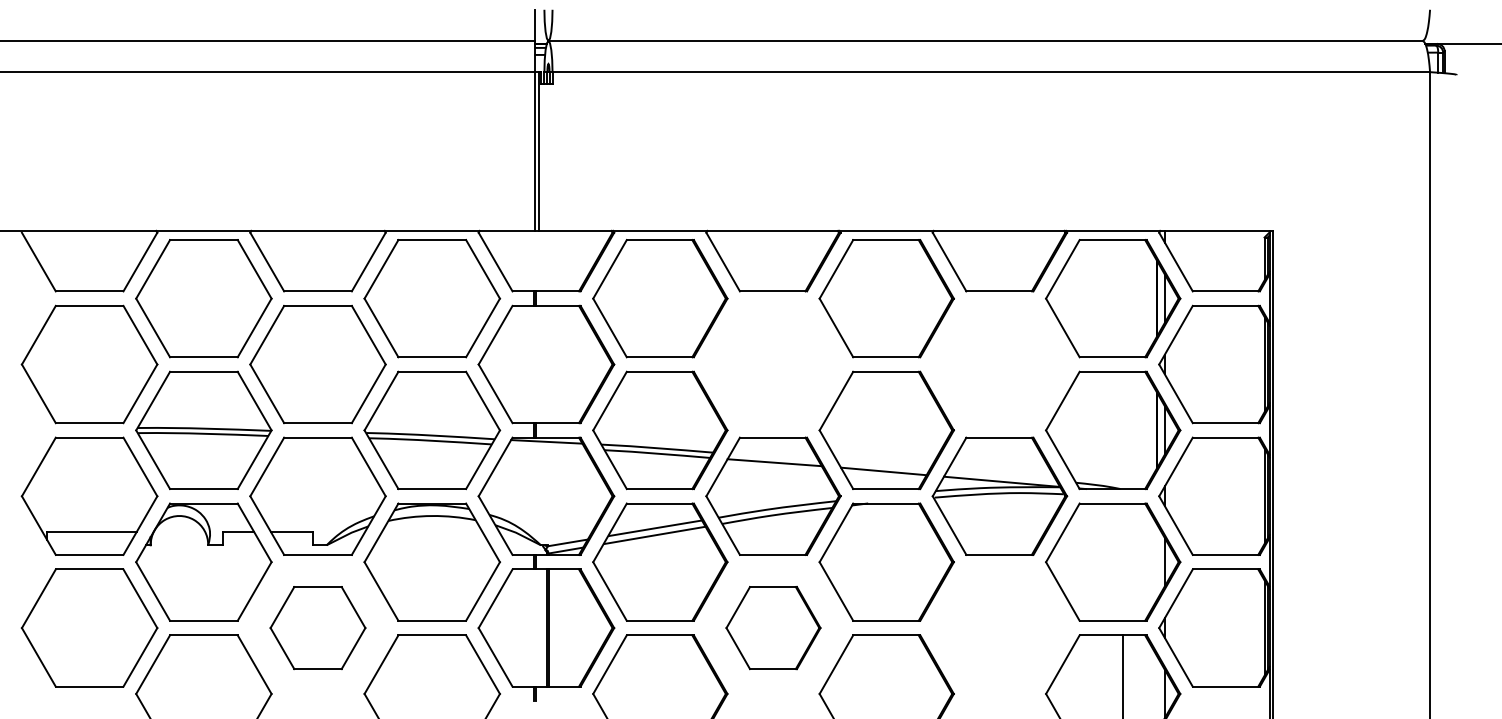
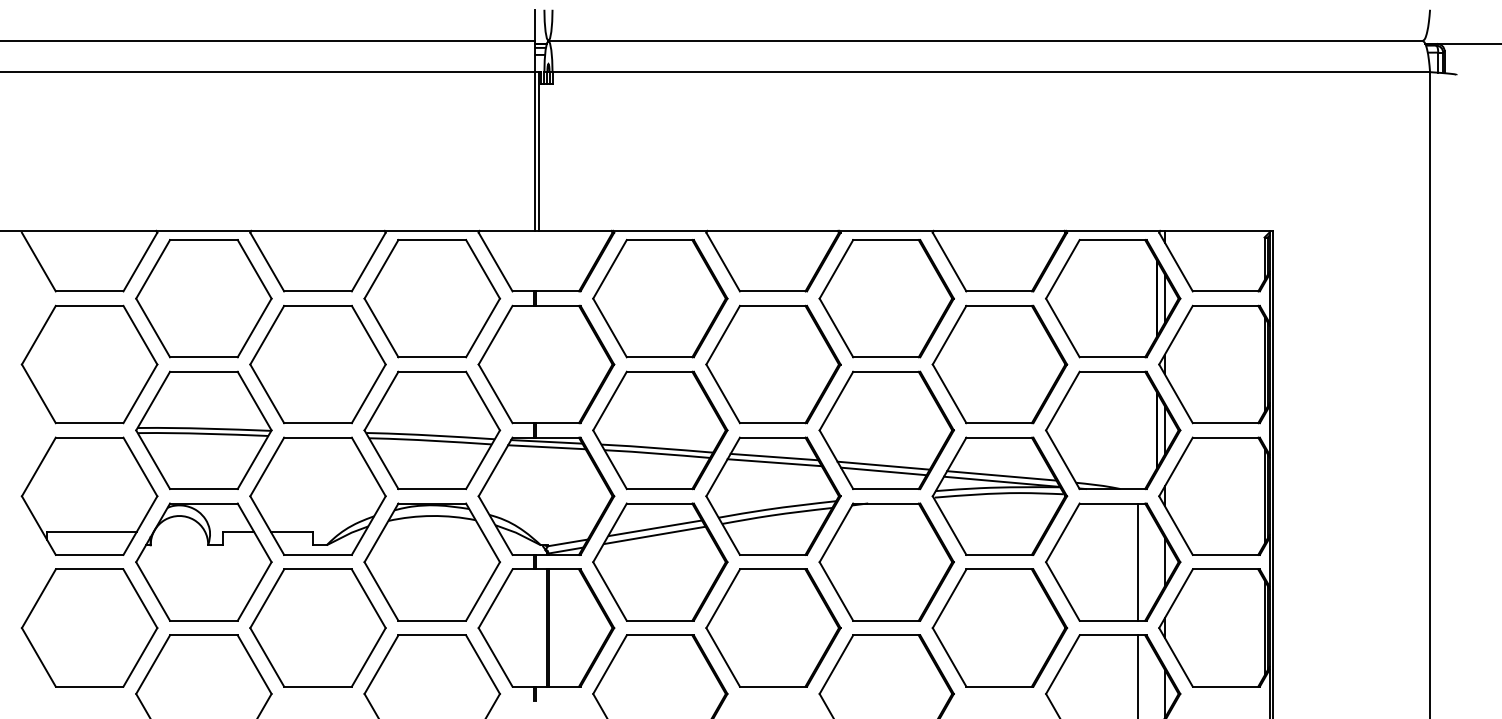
part at (773, 364): none -> present
part at (999, 364): none -> present
line at (546, 447): none -> present
line at (774, 456): none -> present
line at (883, 465): none -> present
line at (1001, 475): none -> present
line at (1138, 561): none -> present
part at (999, 627): none -> present
part at (317, 628) size: 98x85 px -> 138x120 px
part at (773, 628) size: 97x85 px -> 137x120 px
line at (1123, 675) position: (1123, 675) -> (1138, 675)
